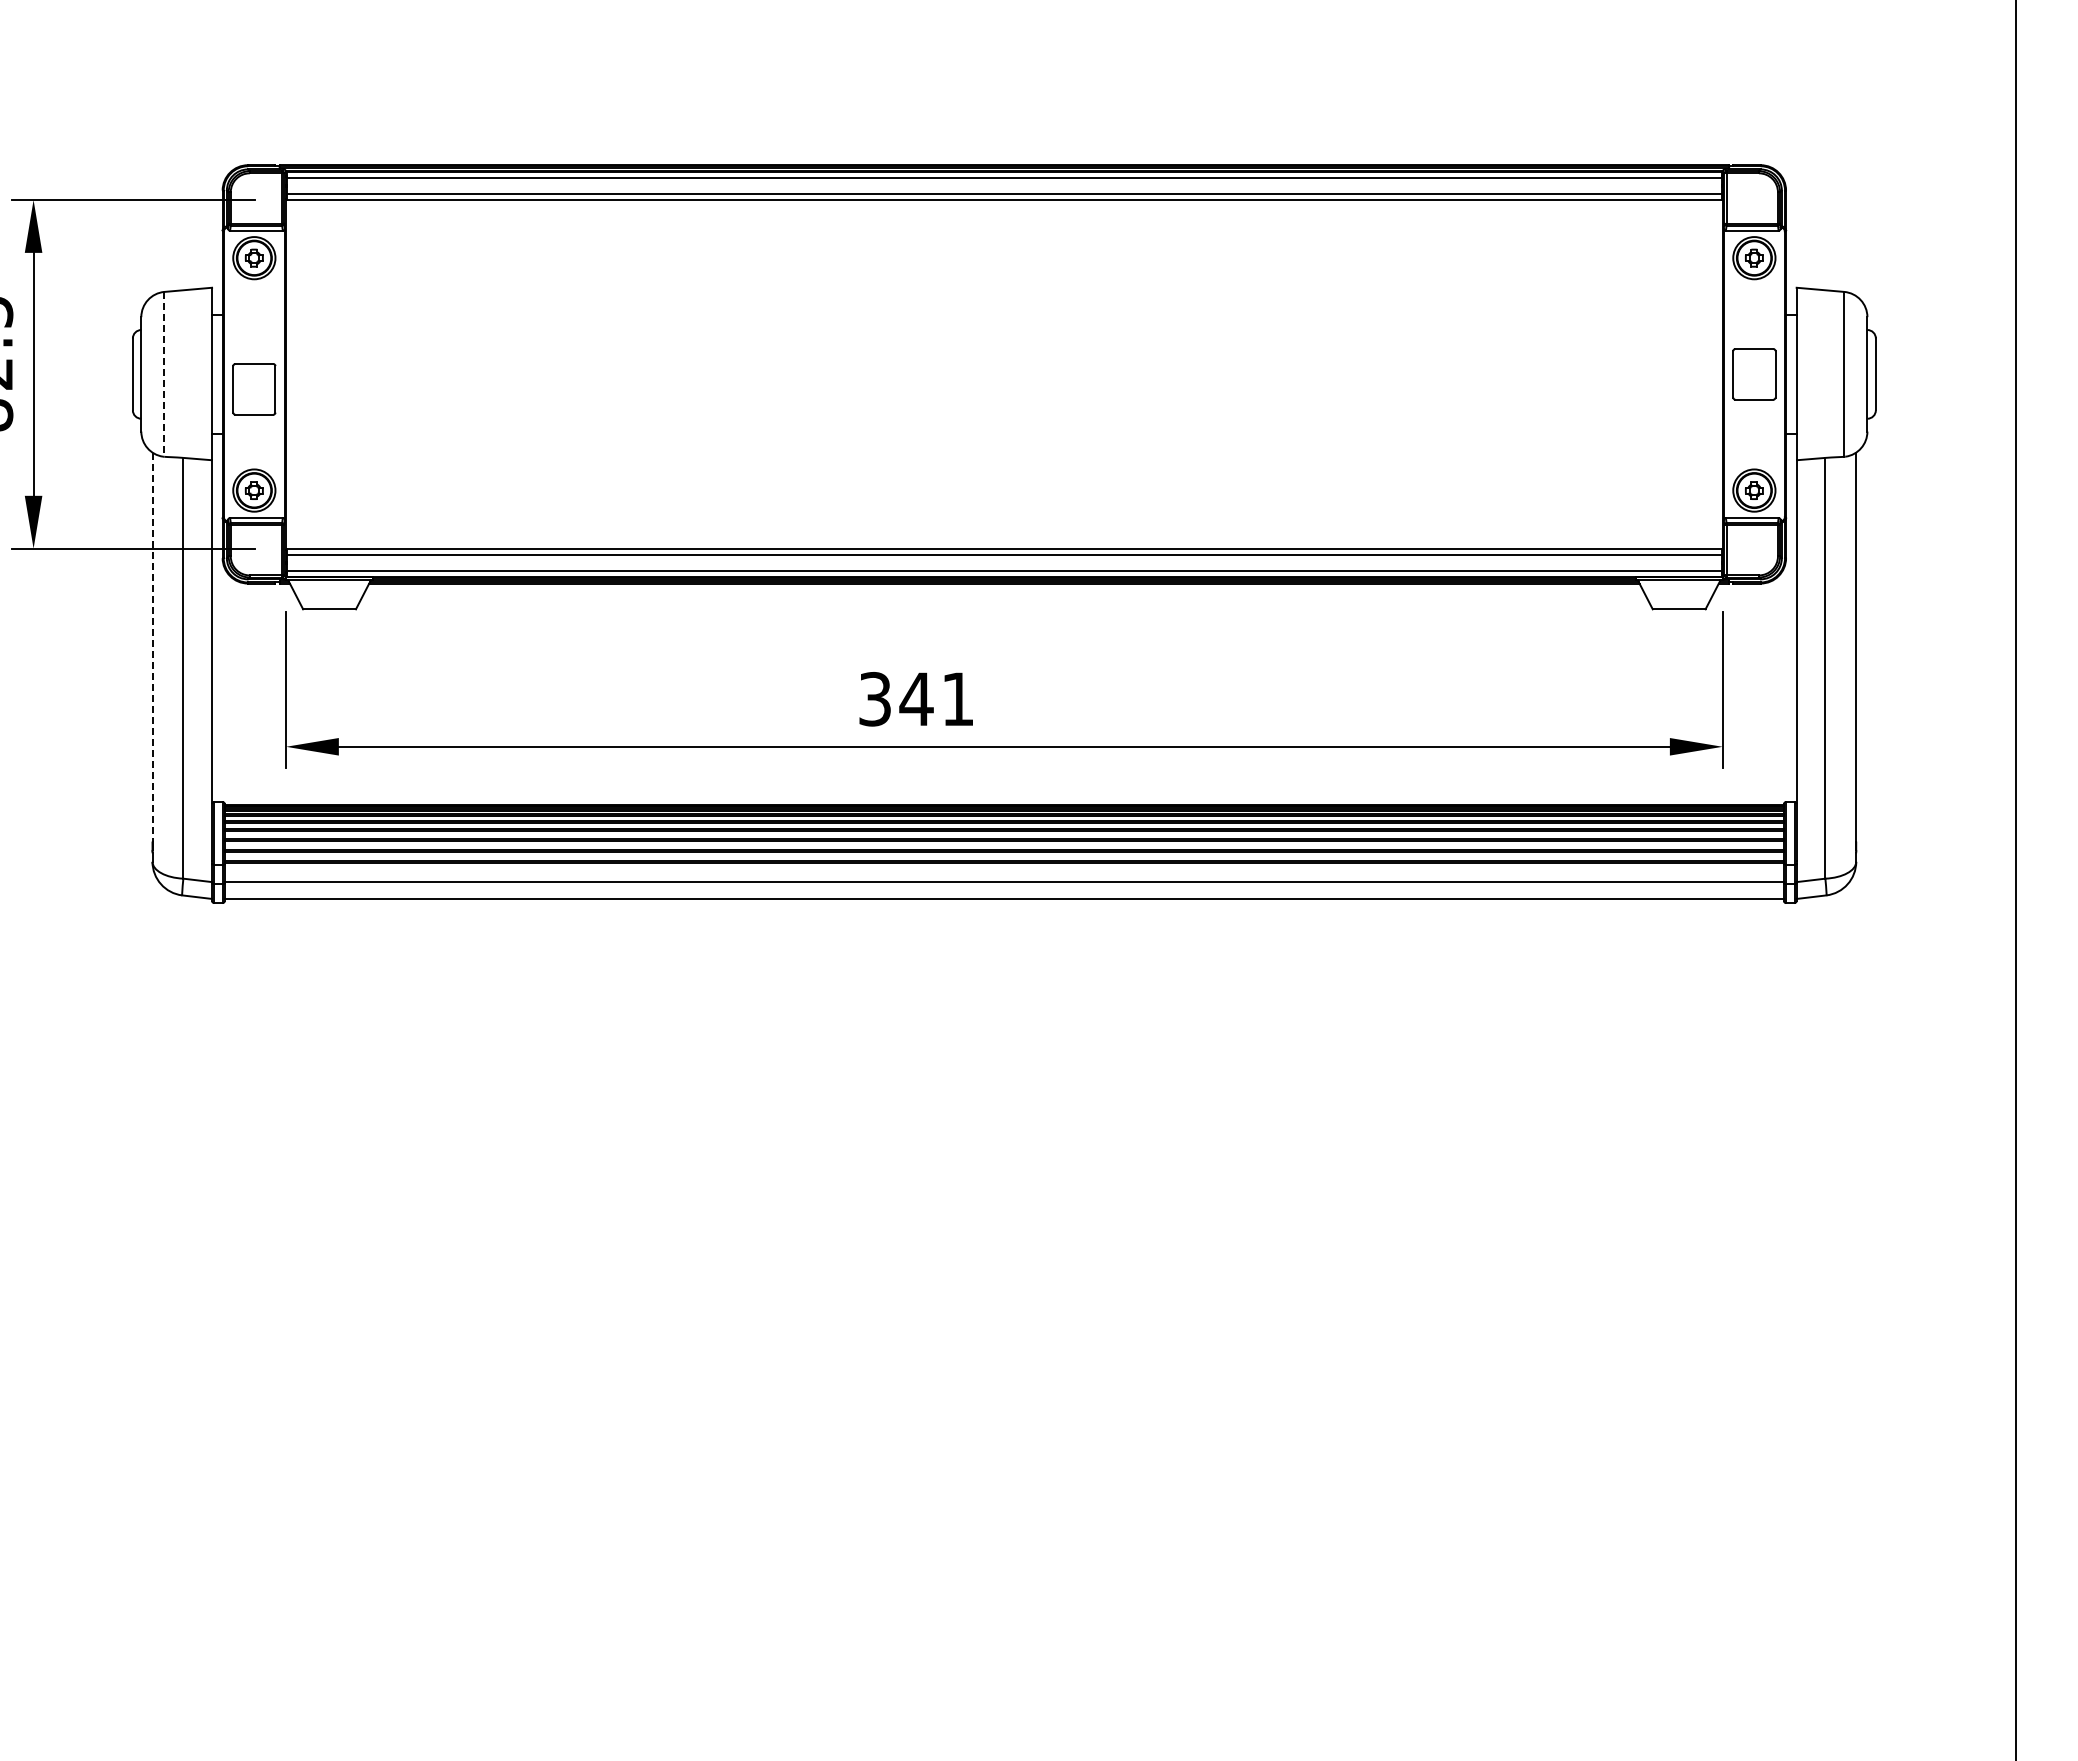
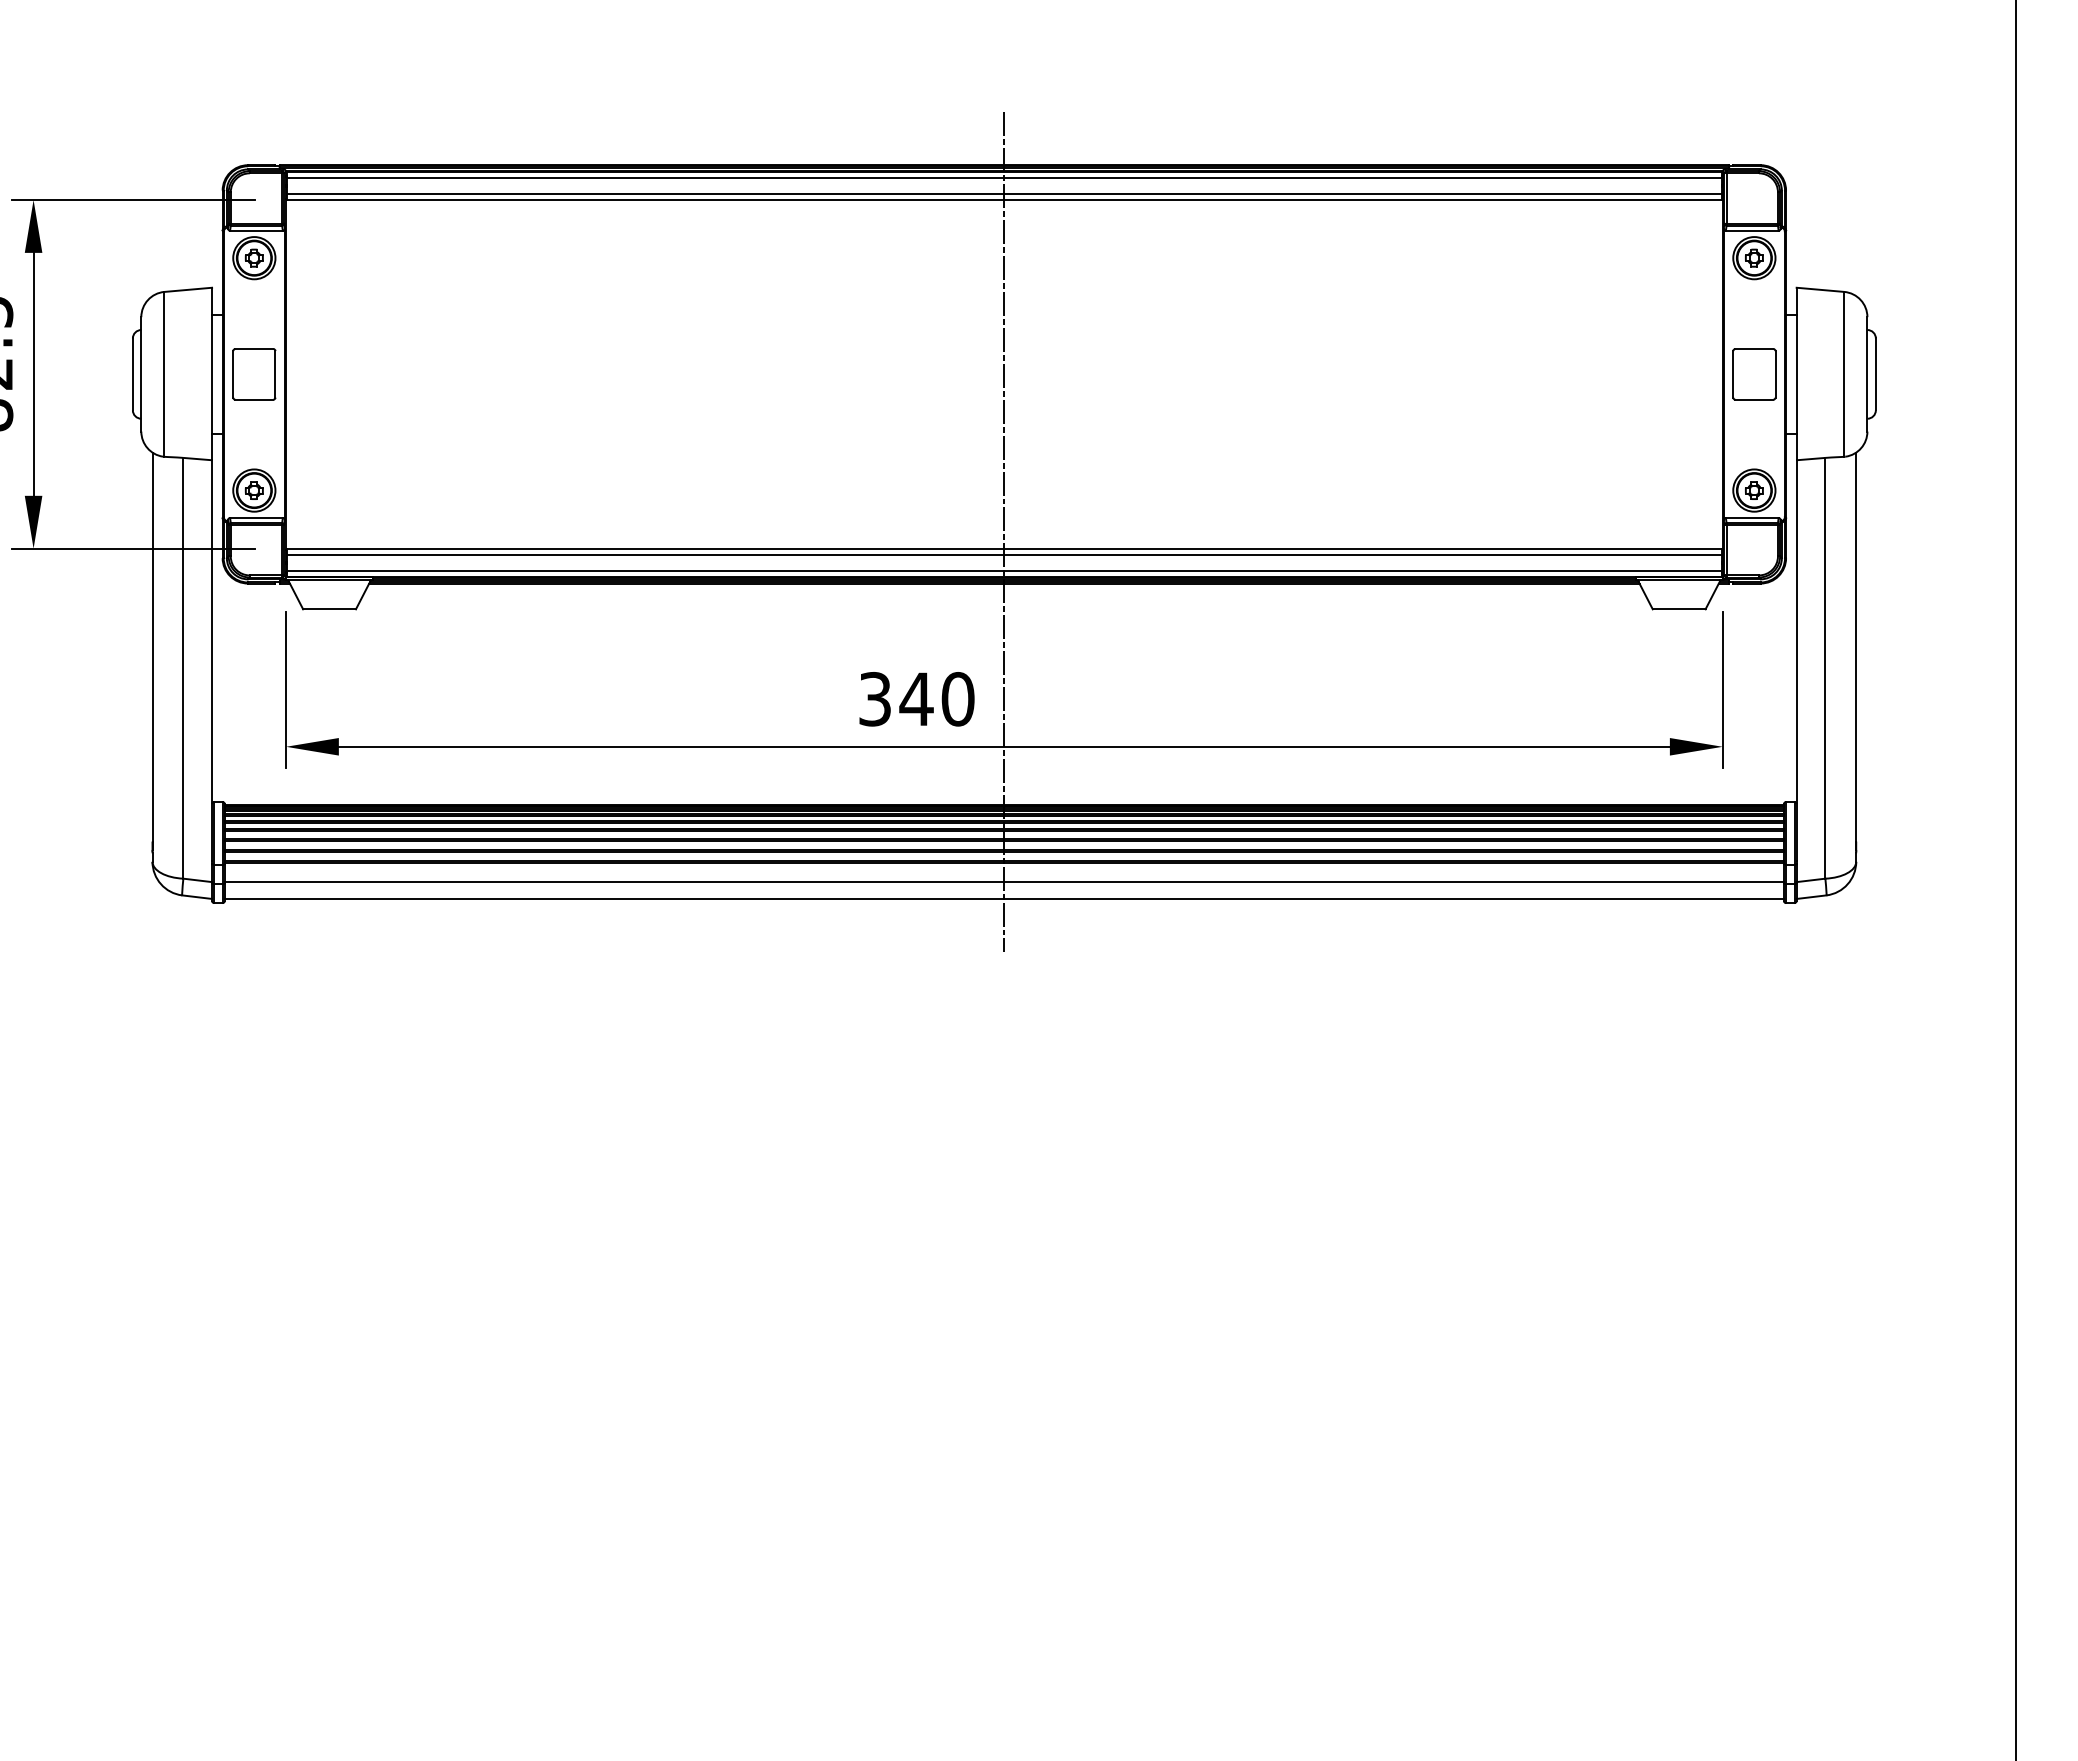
line at (164, 374): dashed -> solid
part at (254, 389) position: (254, 389) -> (254, 374)
line at (1004, 531): none -> present
line at (152, 647): dashed -> solid
text at (957, 699): 341 -> 340
